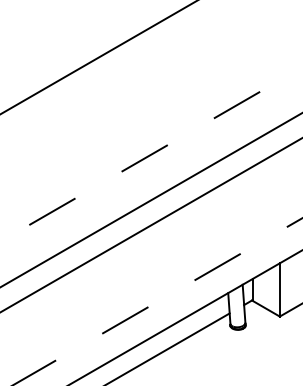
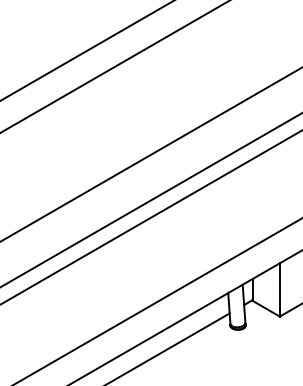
line at (98, 57) position: (98, 57) -> (86, 50)
line at (114, 66): none -> present
line at (150, 154): dashed -> solid
line at (150, 225) position: (150, 225) -> (150, 217)
line at (158, 301): dashed -> solid
